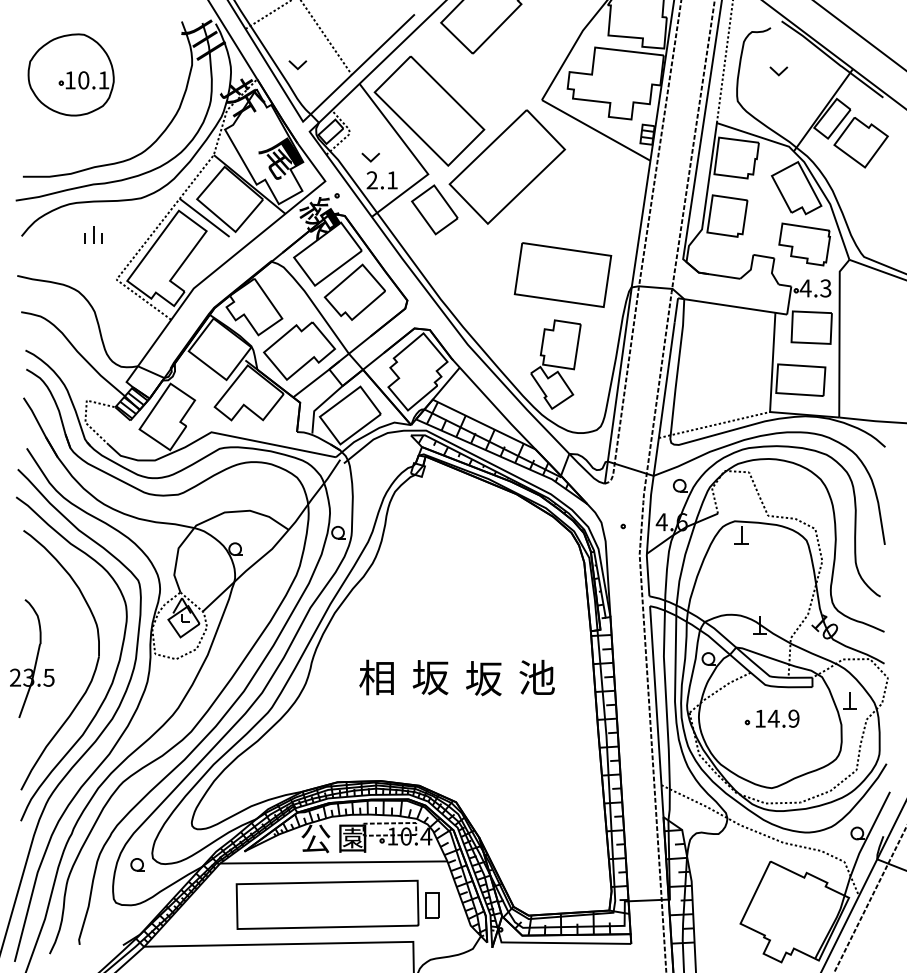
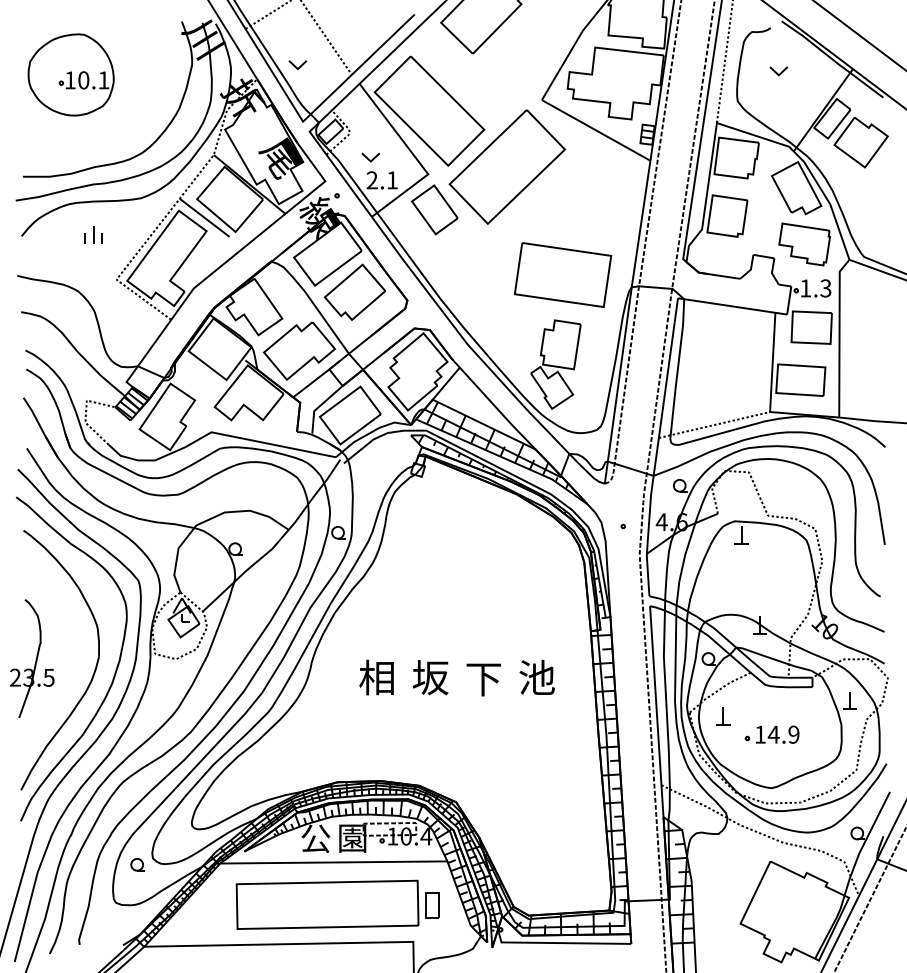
text at (805, 288): 4.3 -> 1.3
text at (483, 678): 坂 -> 下
part at (723, 716): none -> present
part at (771, 718) position: (771, 718) -> (771, 734)
